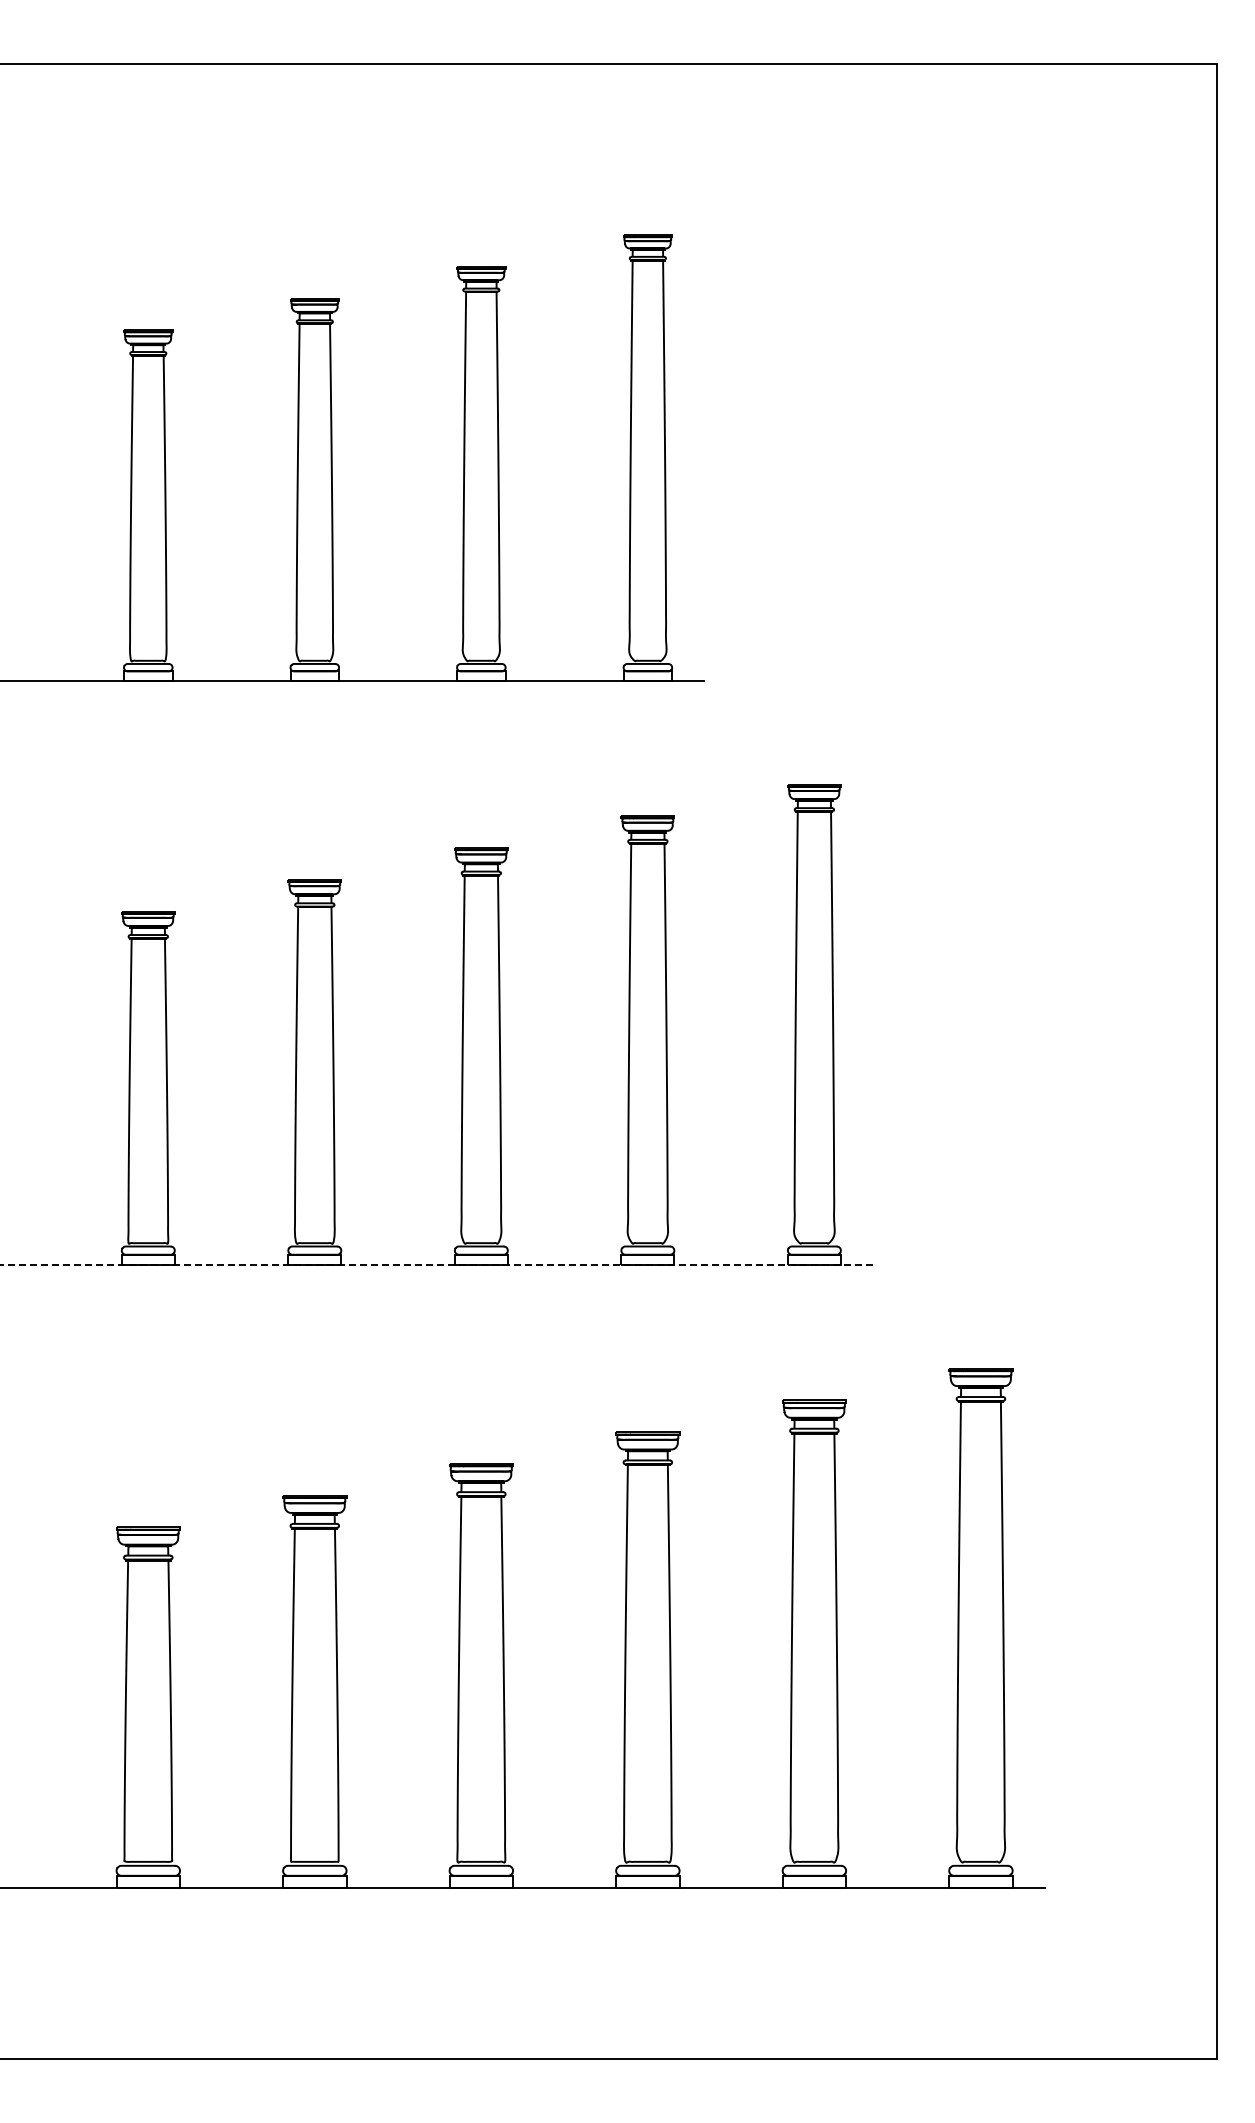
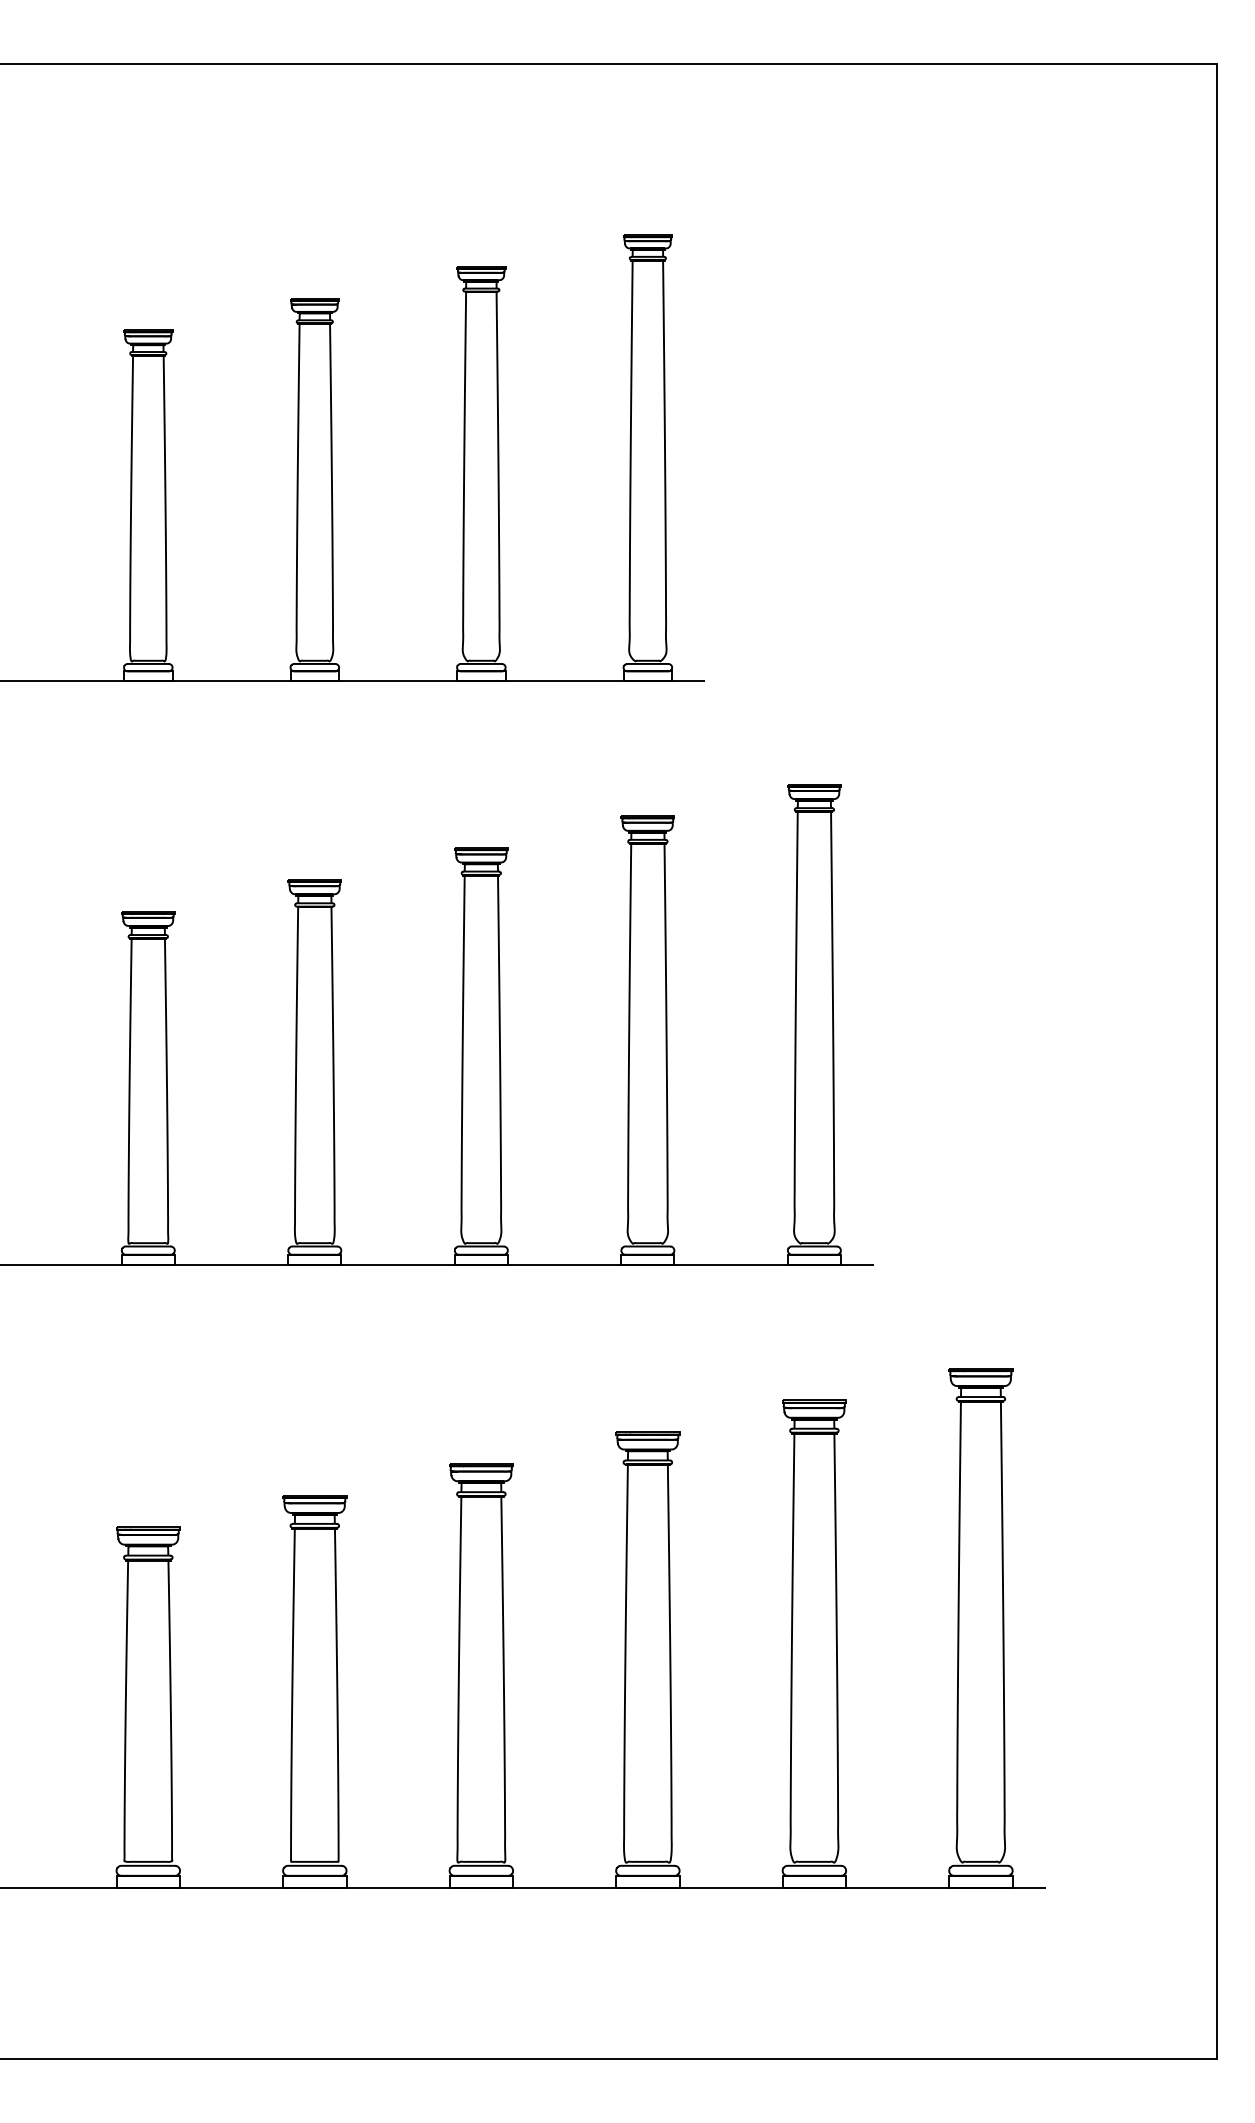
line at (437, 1264): dashed -> solid
